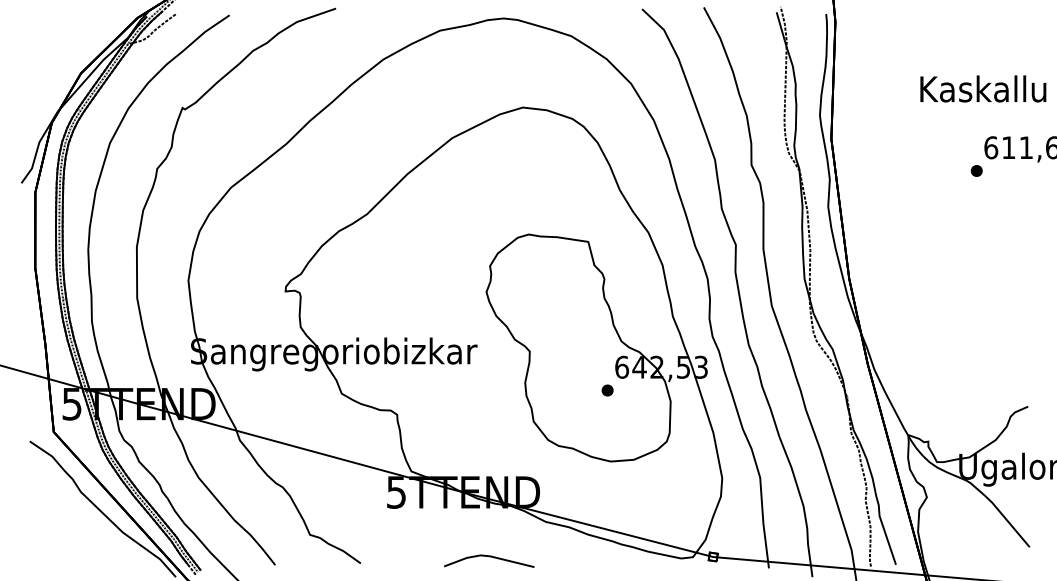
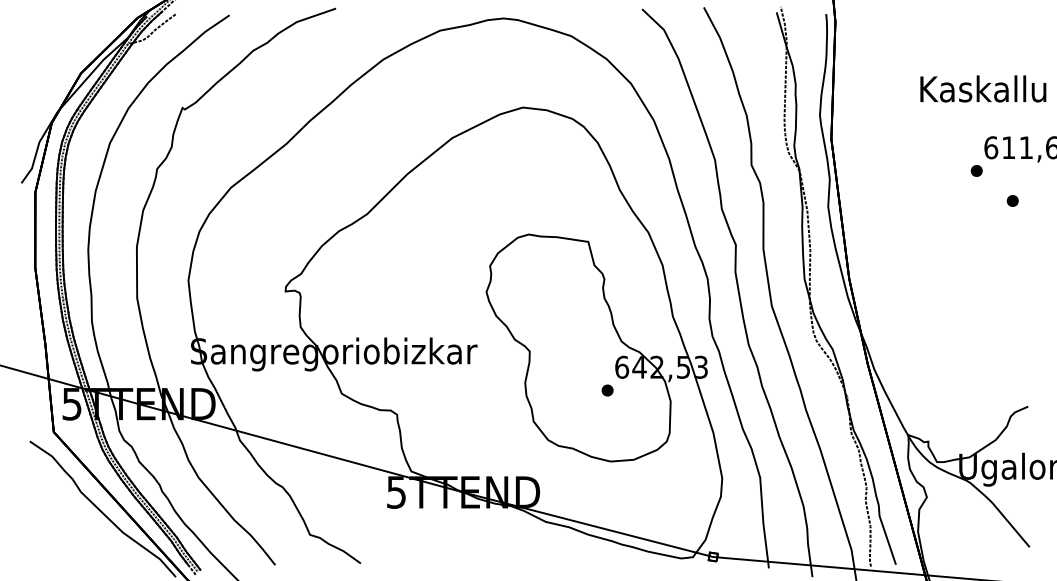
part at (1012, 200): none -> present
line at (489, 557): present -> none
